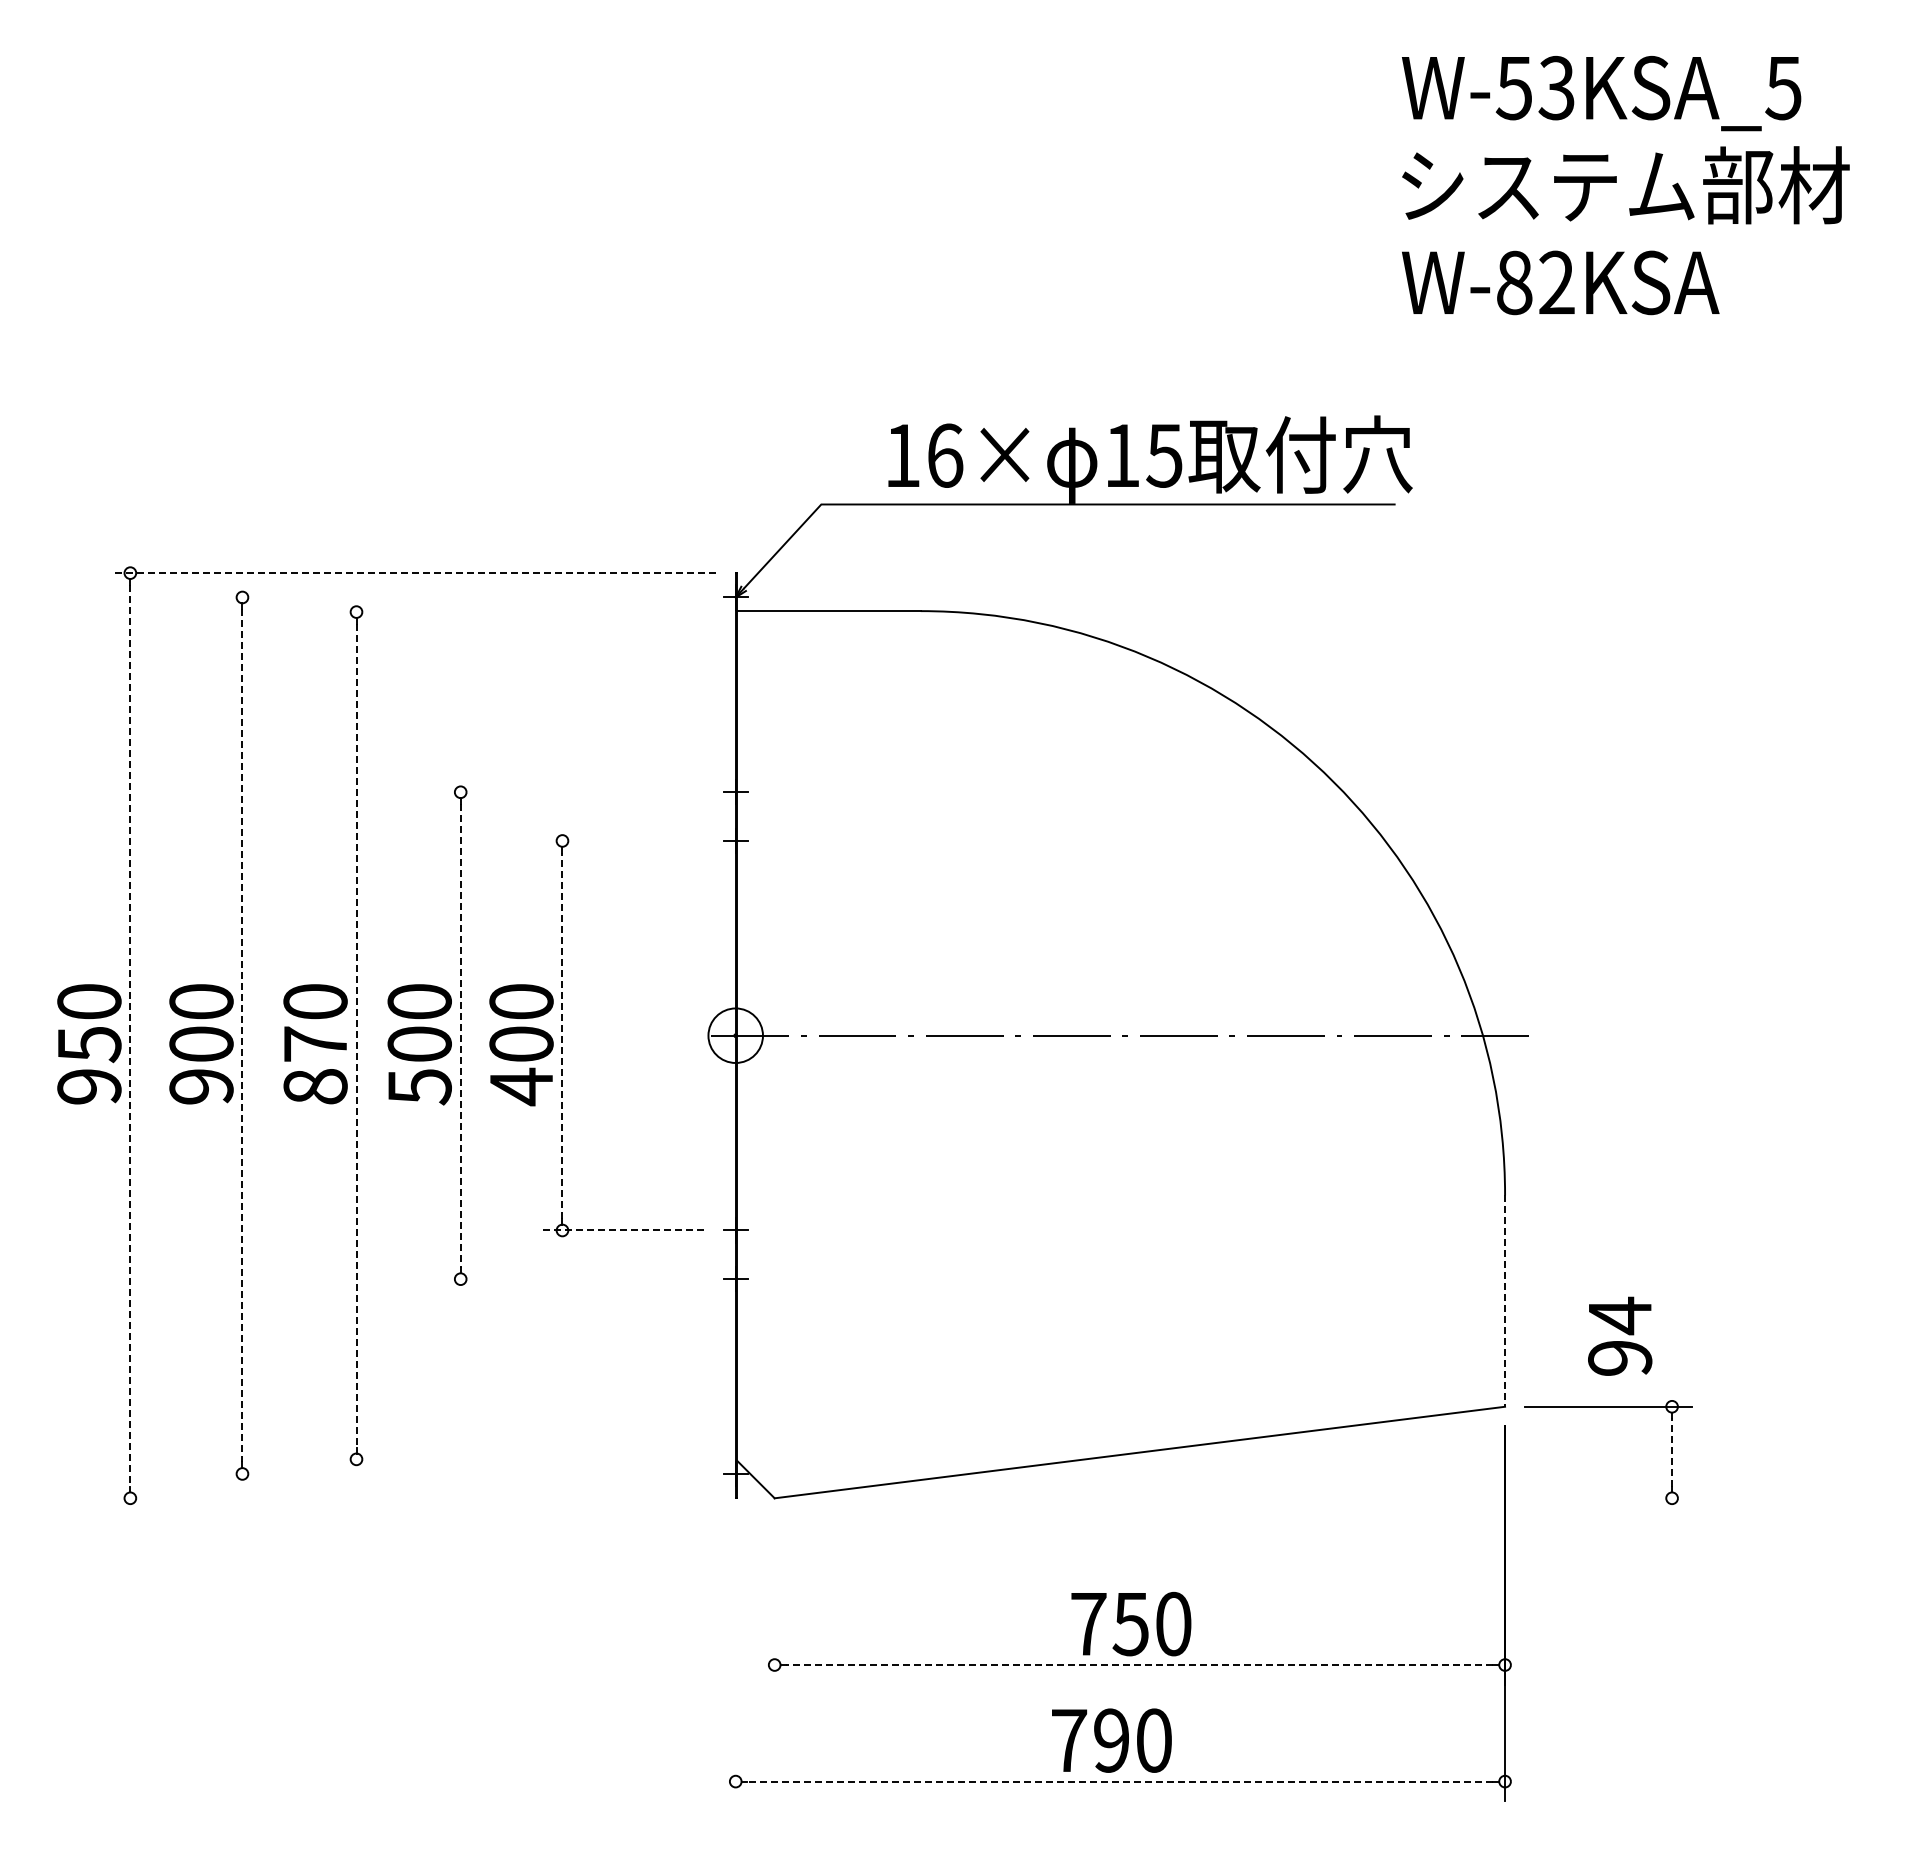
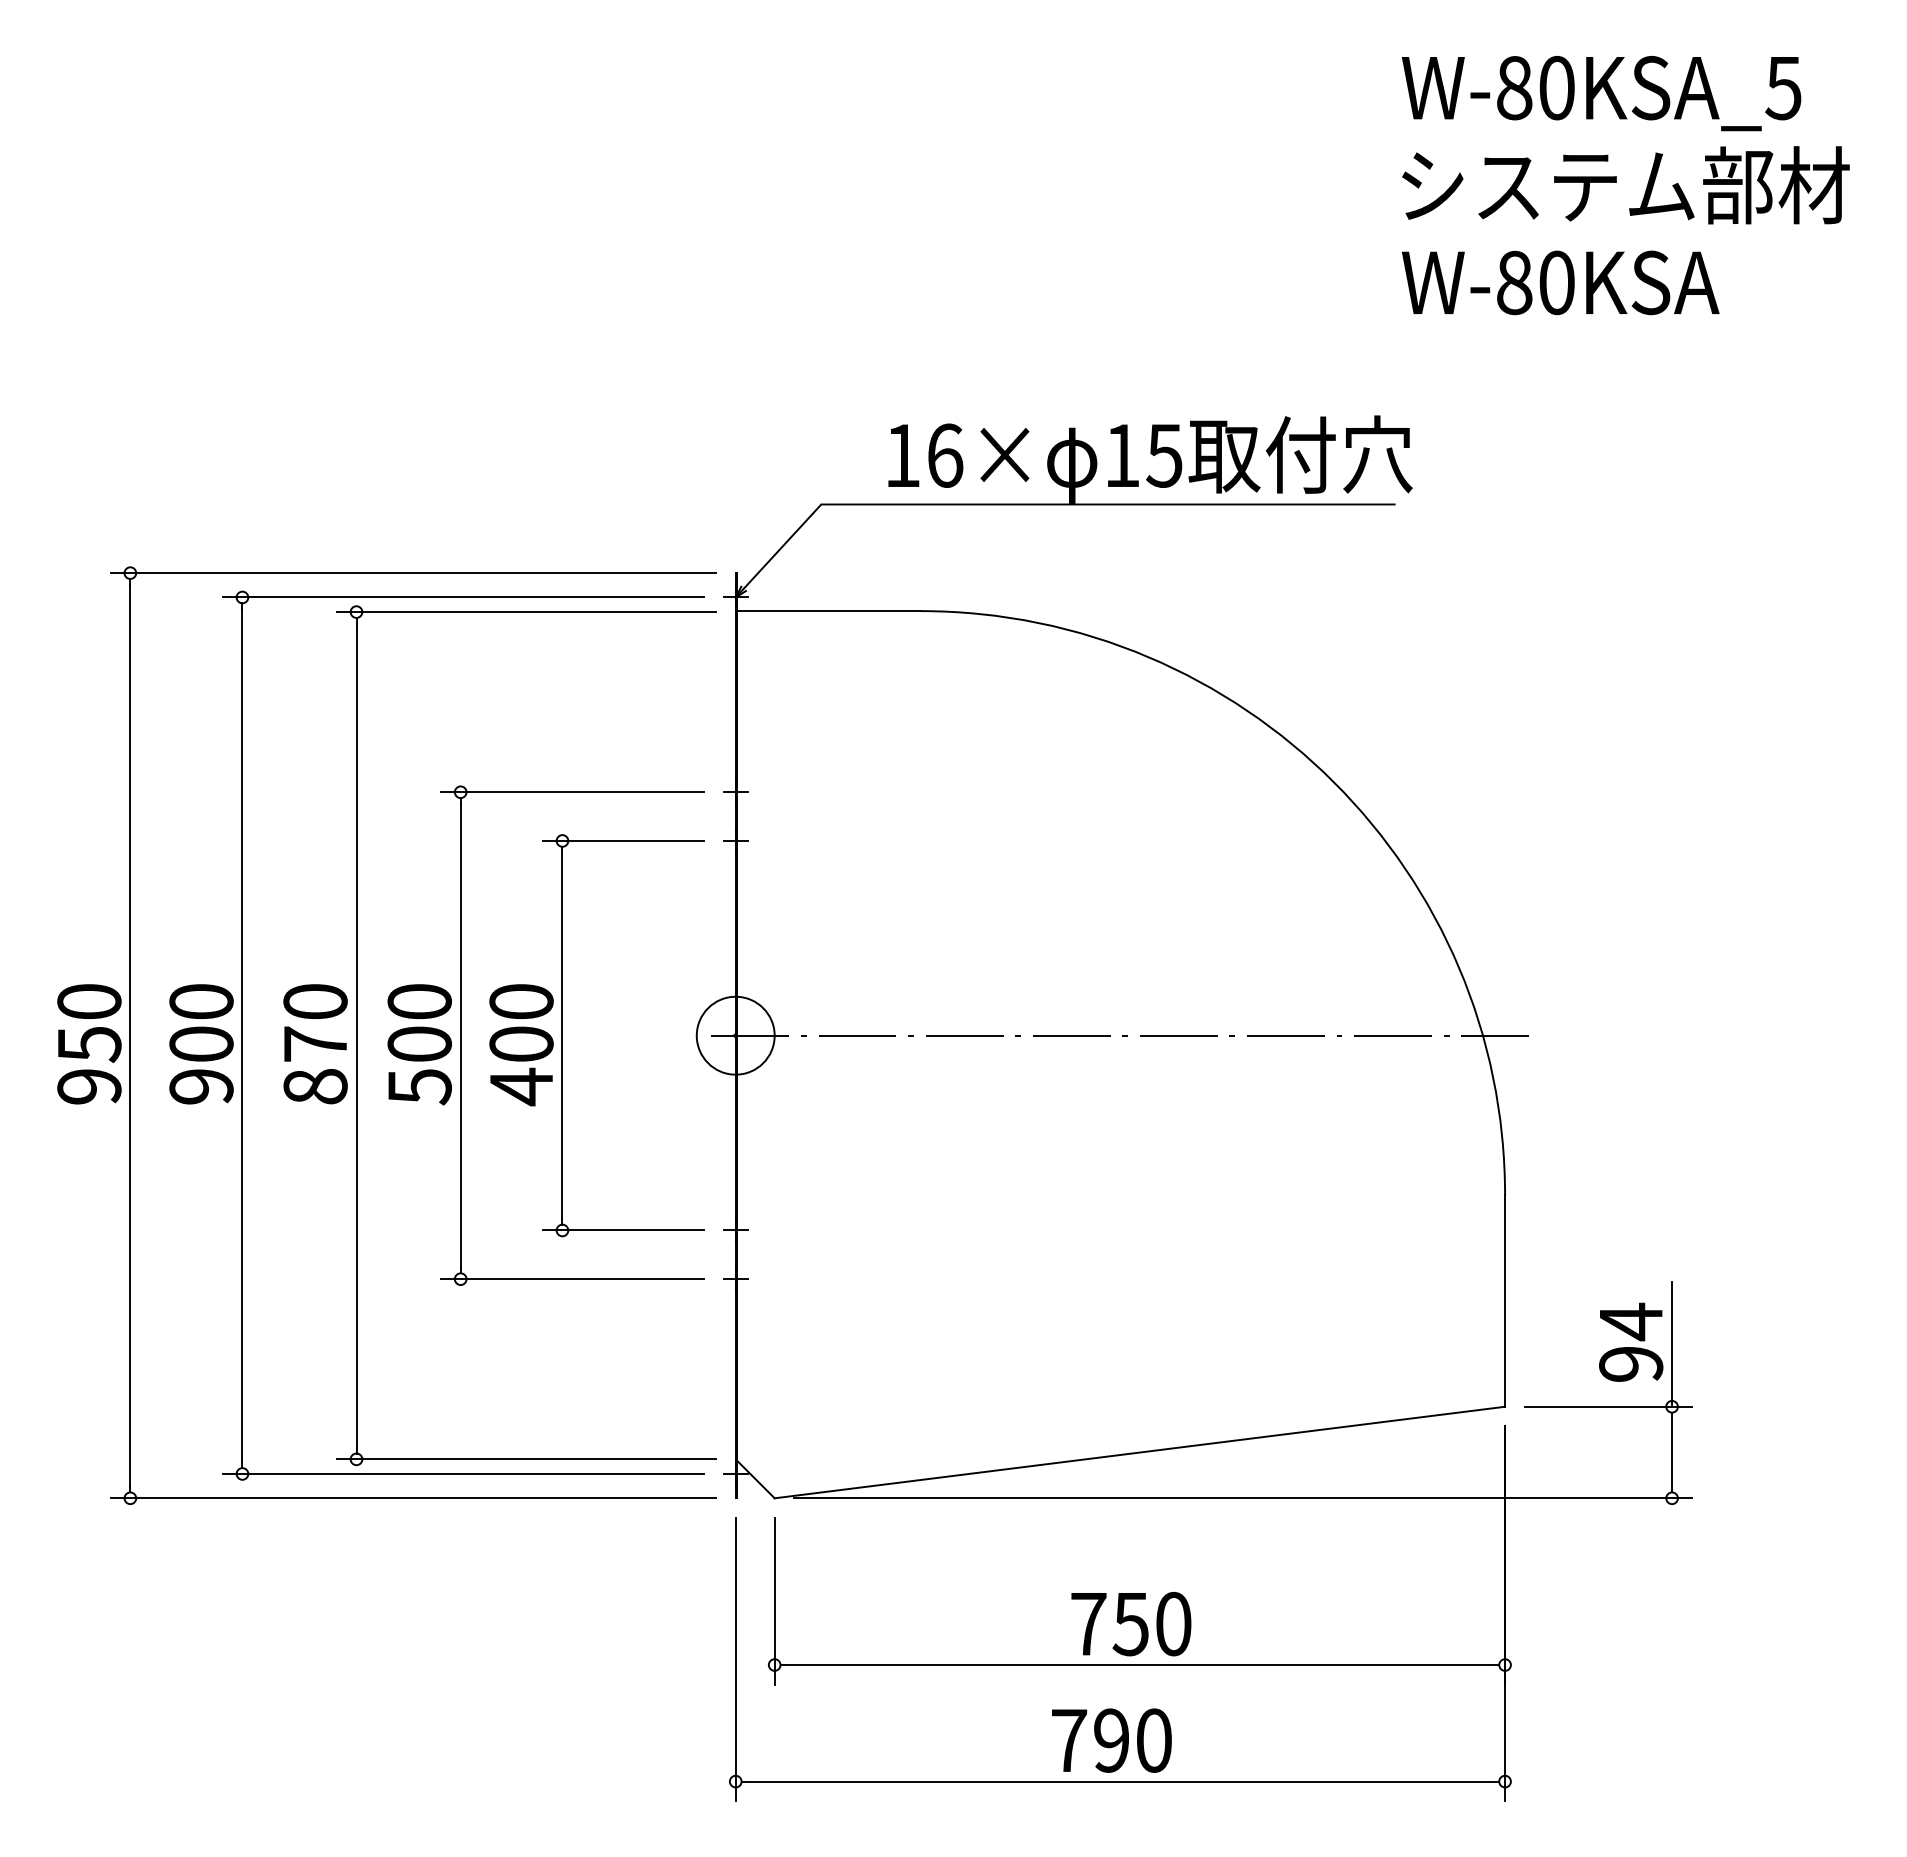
text at (1534, 88): W-53KSA_5 -> W-80KSA_5
text at (1556, 282): W-82KSA -> W-80KSA
line at (413, 573): dashed -> solid
line at (463, 597): none -> present
line at (526, 612): none -> present
line at (572, 792): none -> present
line at (623, 840): none -> present
line at (130, 1035): dashed -> solid
line at (242, 1035): dashed -> solid
line at (356, 1035): dashed -> solid
line at (460, 1035): dashed -> solid
line at (562, 1035): dashed -> solid
circle at (735, 1035) diameter: 55 px -> 78 px
line at (623, 1230): dashed -> solid
line at (572, 1279): none -> present
line at (1505, 1301): dashed -> solid
text at (1620, 1335) position: (1620, 1335) -> (1631, 1341)
line at (1672, 1344): none -> present
line at (1672, 1452): dashed -> solid
line at (526, 1459): none -> present
line at (463, 1473): none -> present
line at (413, 1498): none -> present
line at (1242, 1498): none -> present
line at (774, 1600): none -> present
line at (735, 1659): none -> present
line at (1139, 1665): dashed -> solid
line at (1120, 1781): dashed -> solid
